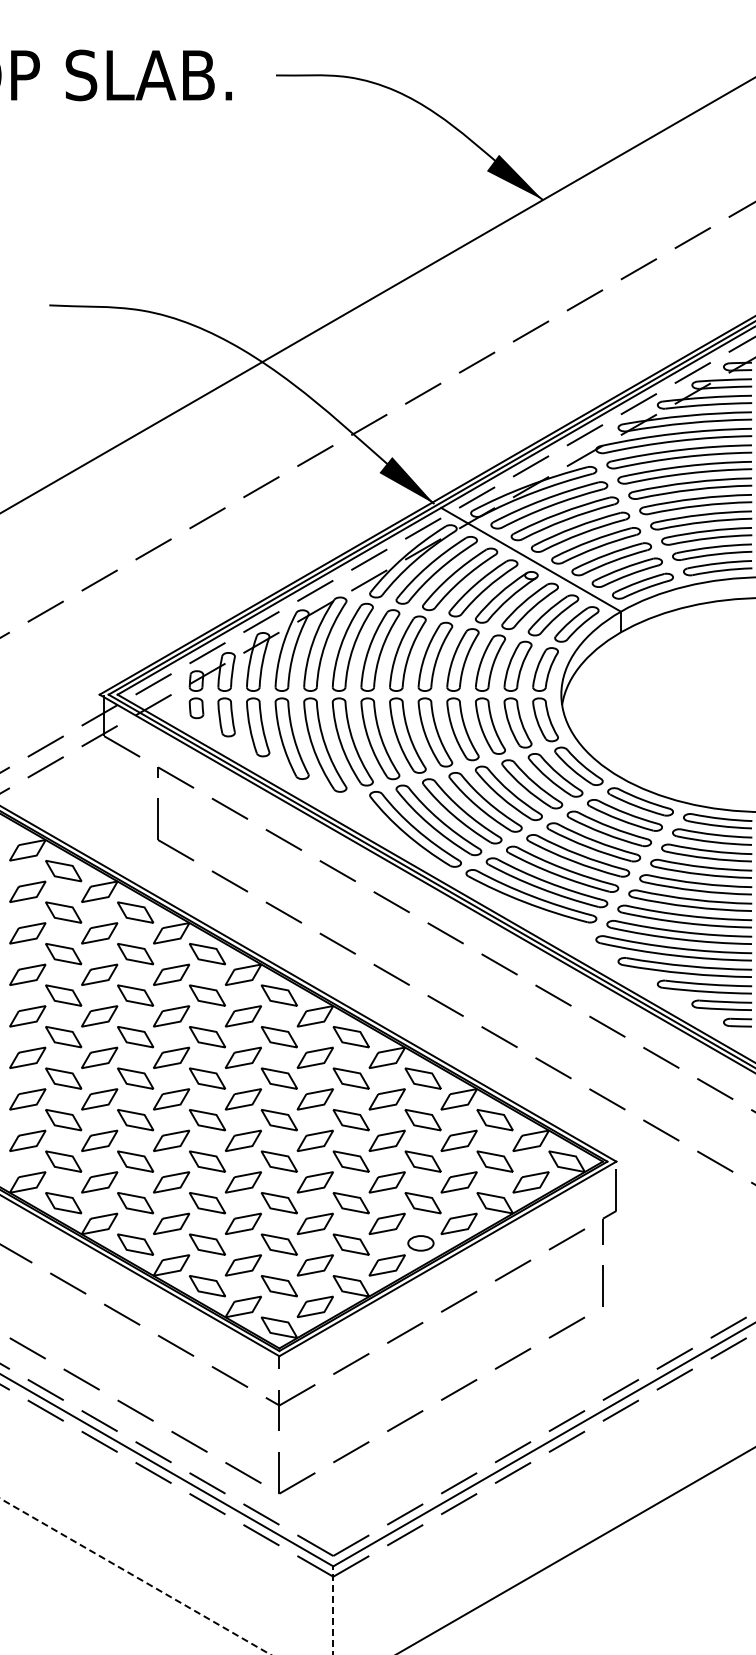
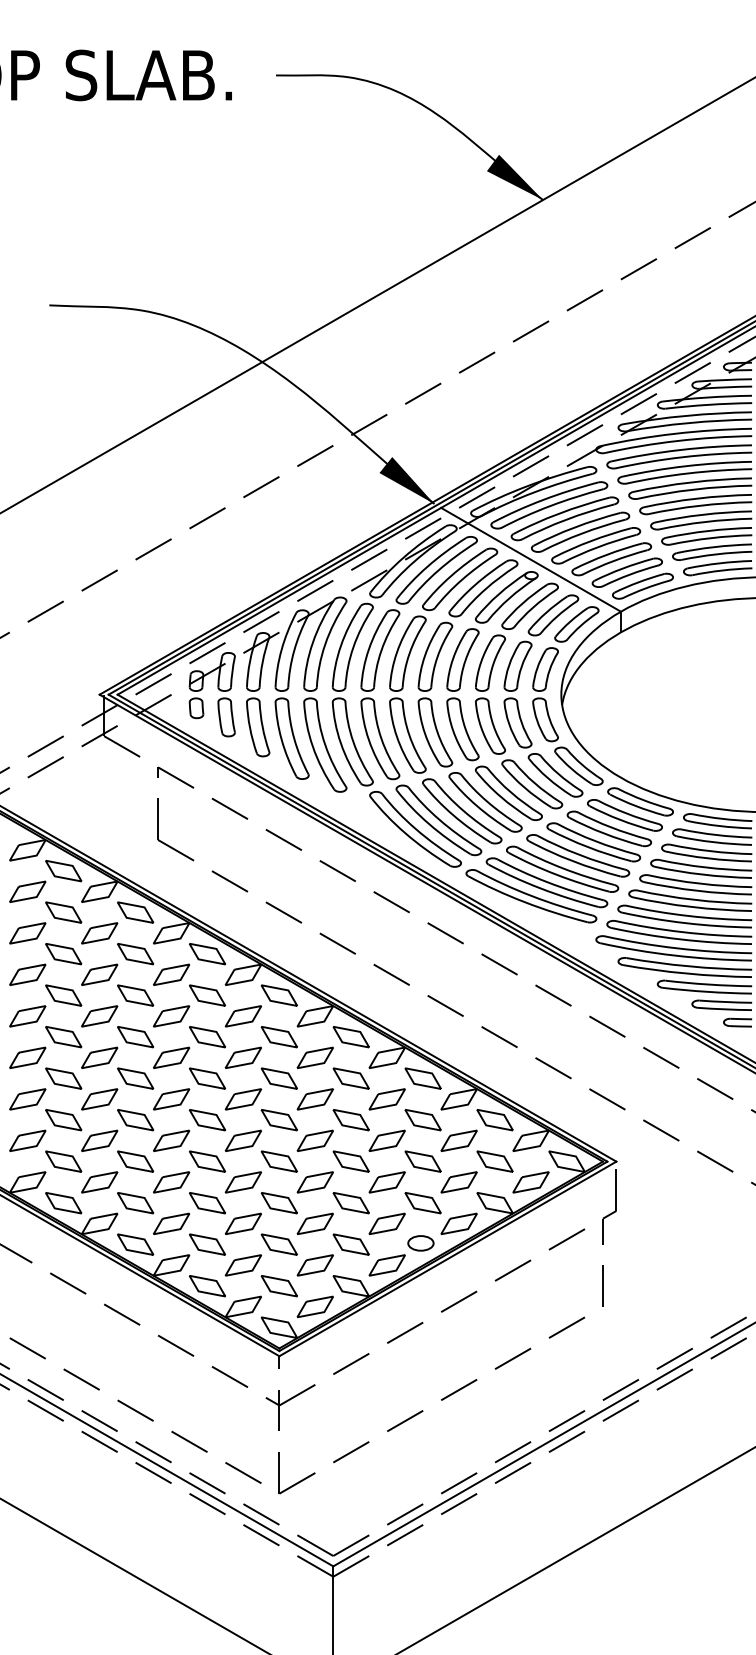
line at (135, 1576): dashed -> solid
line at (333, 1610): dashed -> solid
